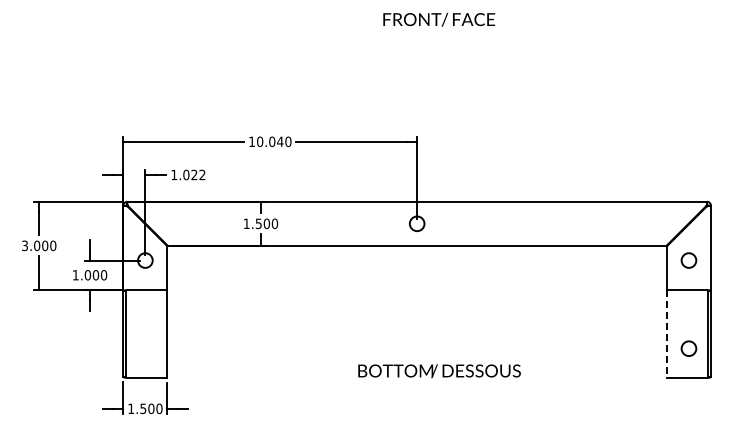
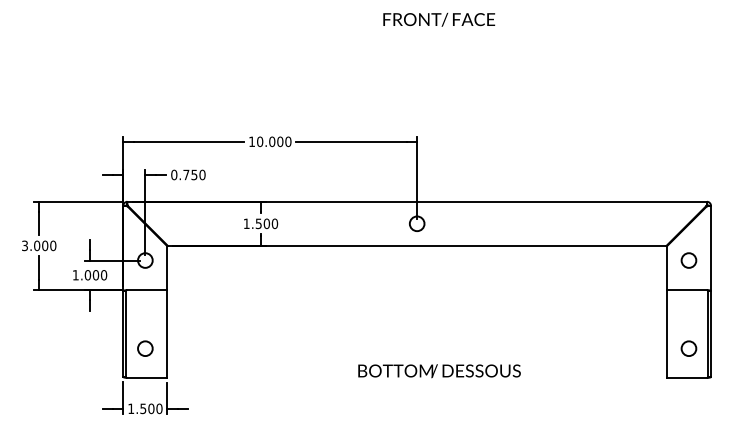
text at (280, 141): 10.040 -> 10.000
text at (188, 174): 1.022 -> 0.750
line at (666, 334): dashed -> solid
circle at (145, 348): none -> present
